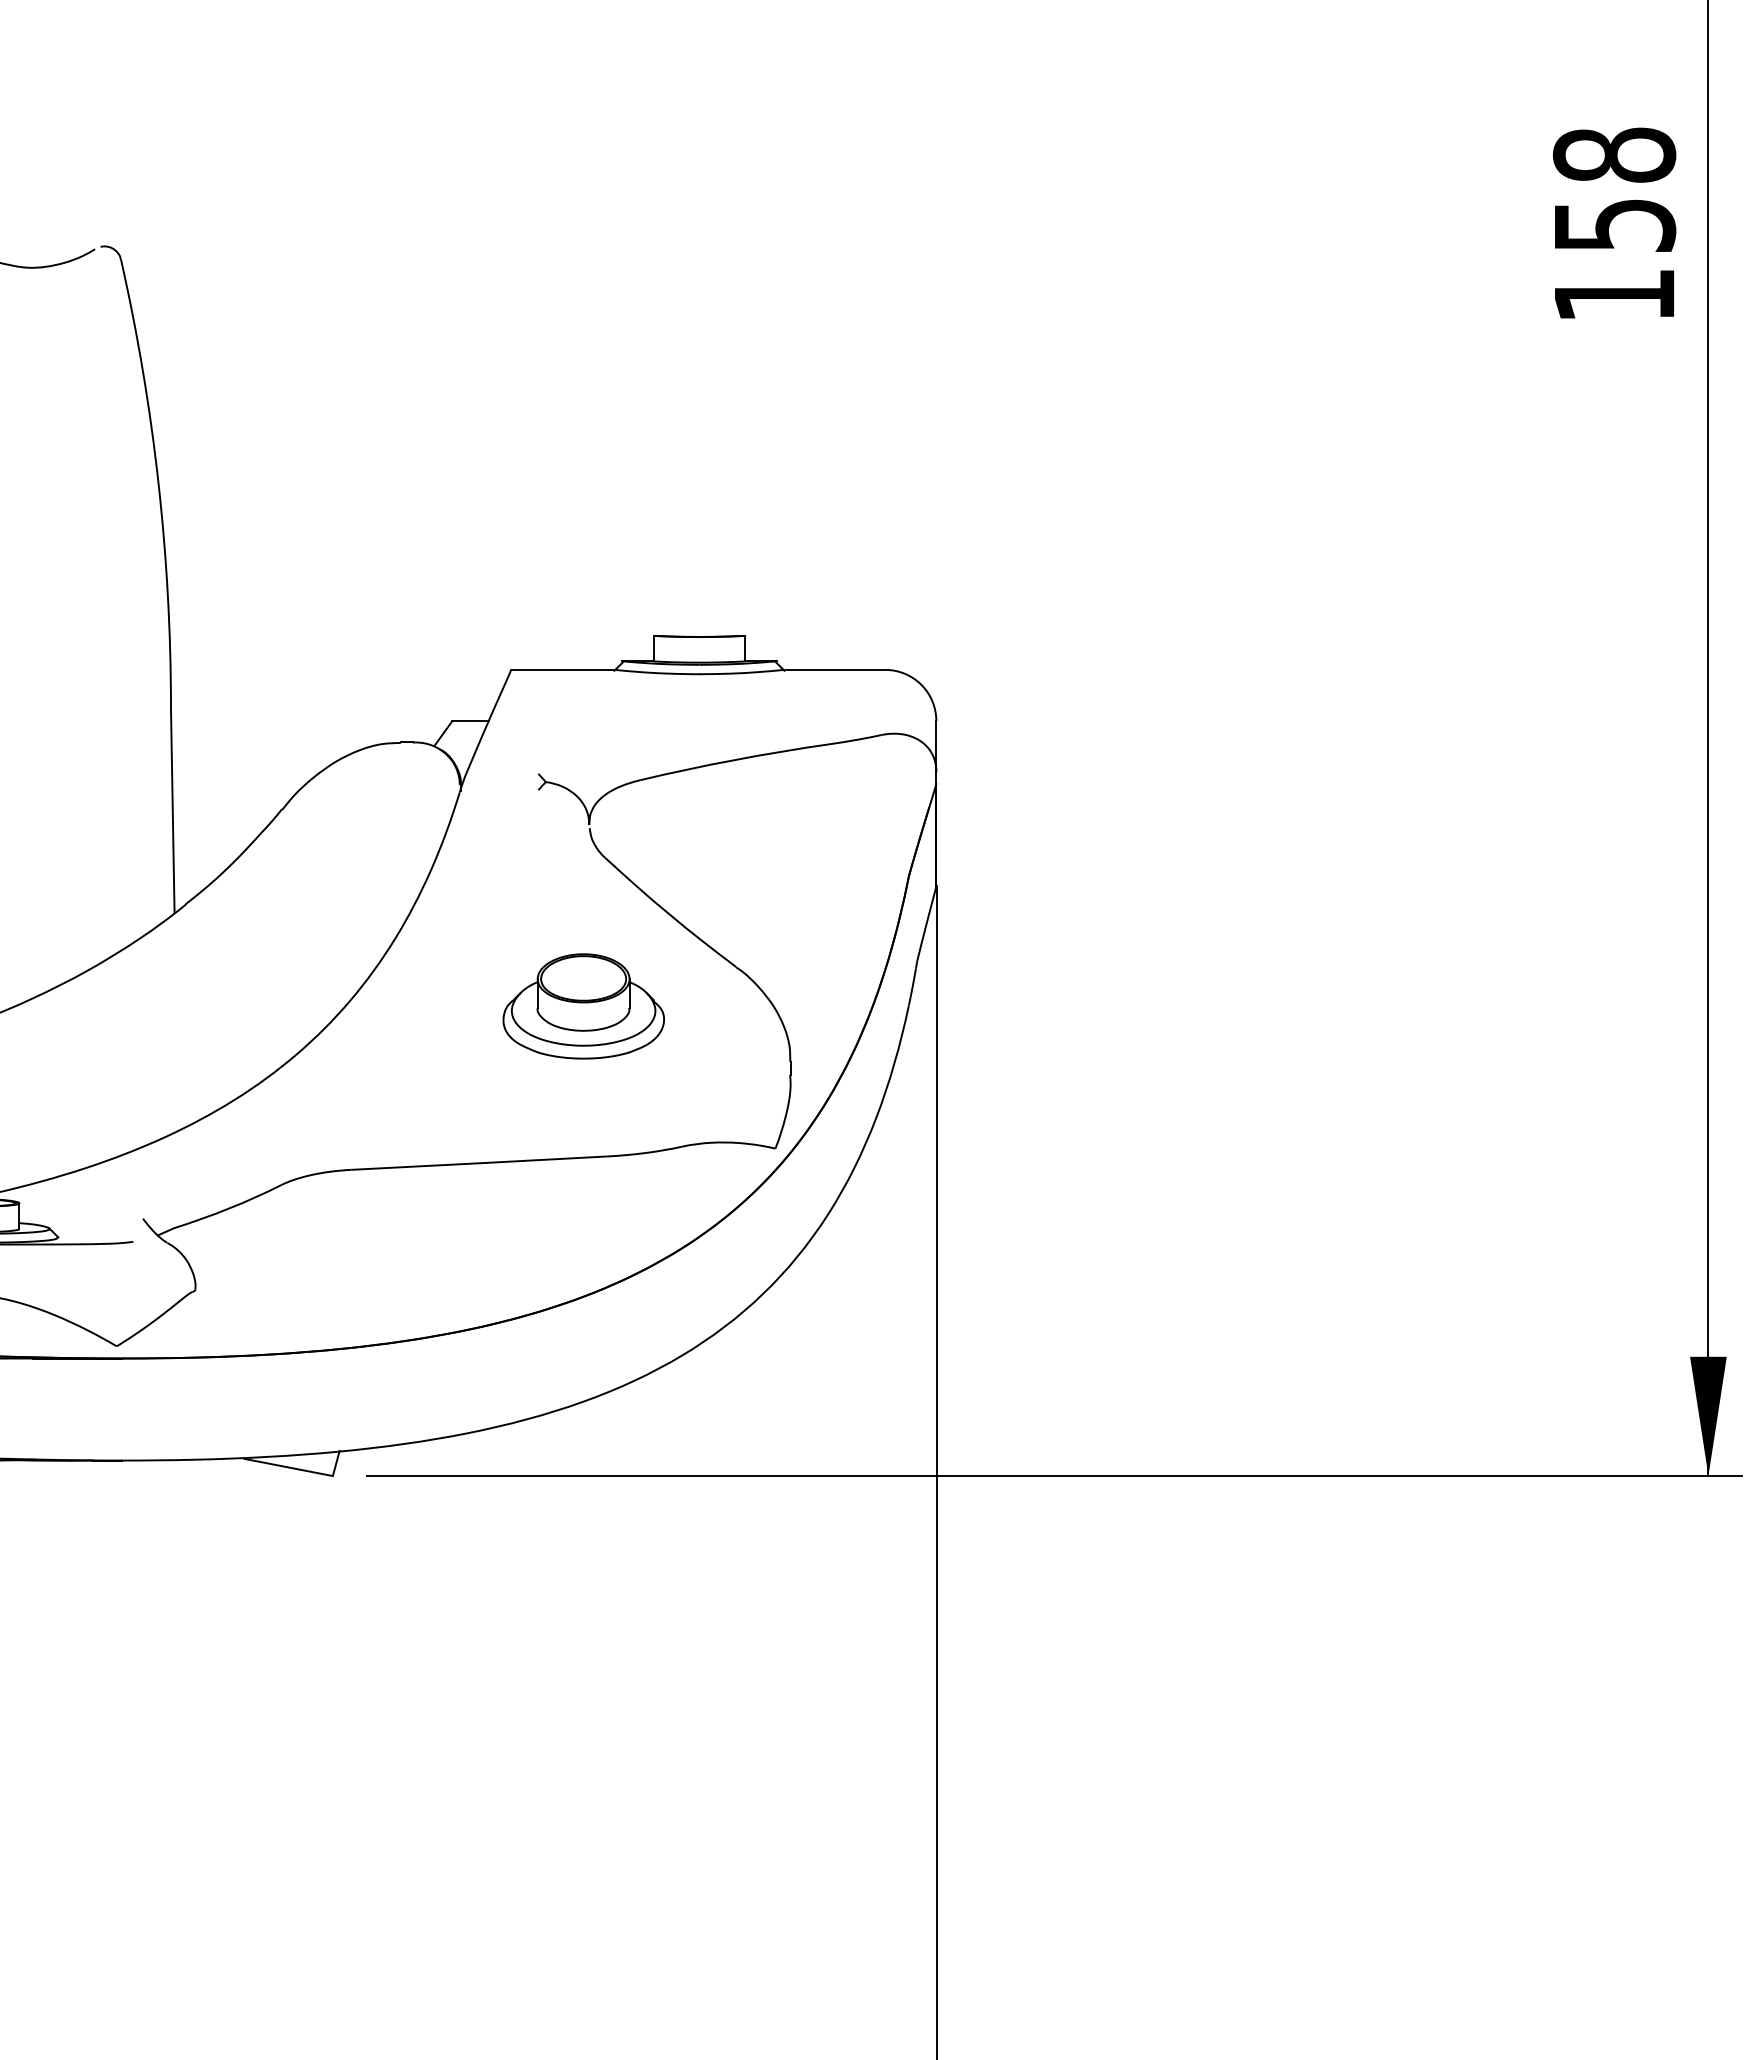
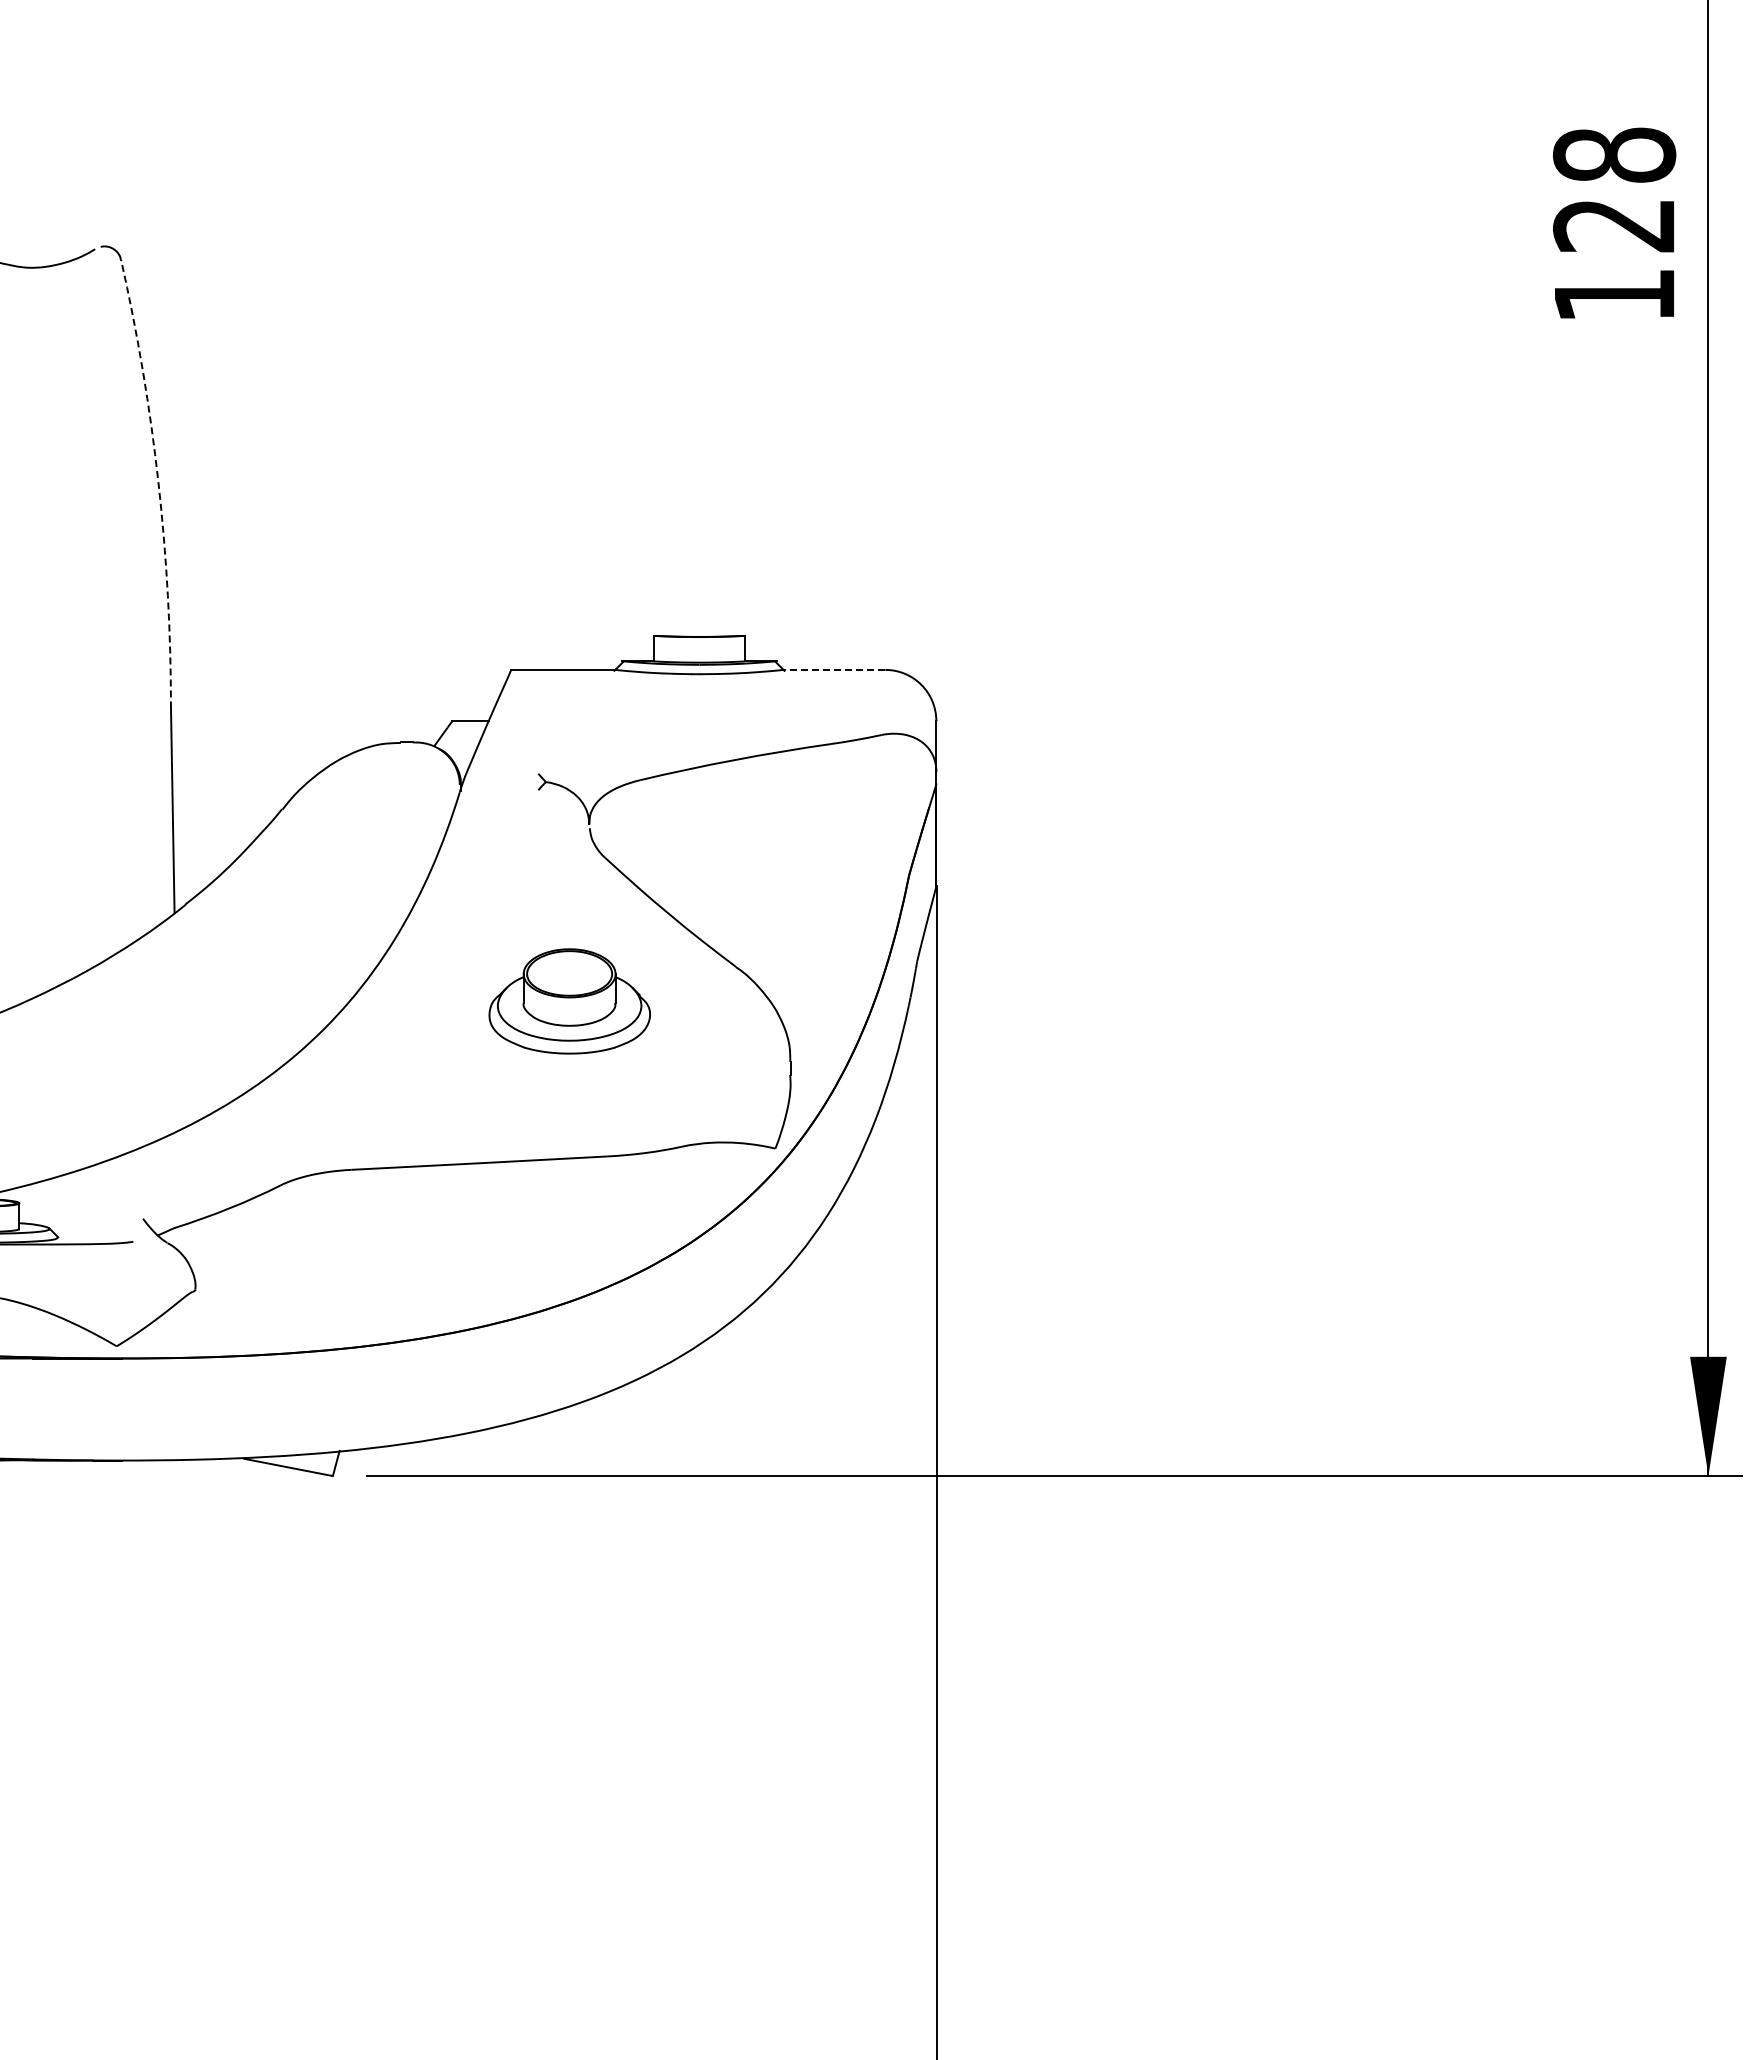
text at (1614, 225): 158 -> 128
arc at (158, 482): solid -> dashed
line at (834, 669): solid -> dashed
part at (583, 1006) position: (583, 1006) -> (569, 1001)
